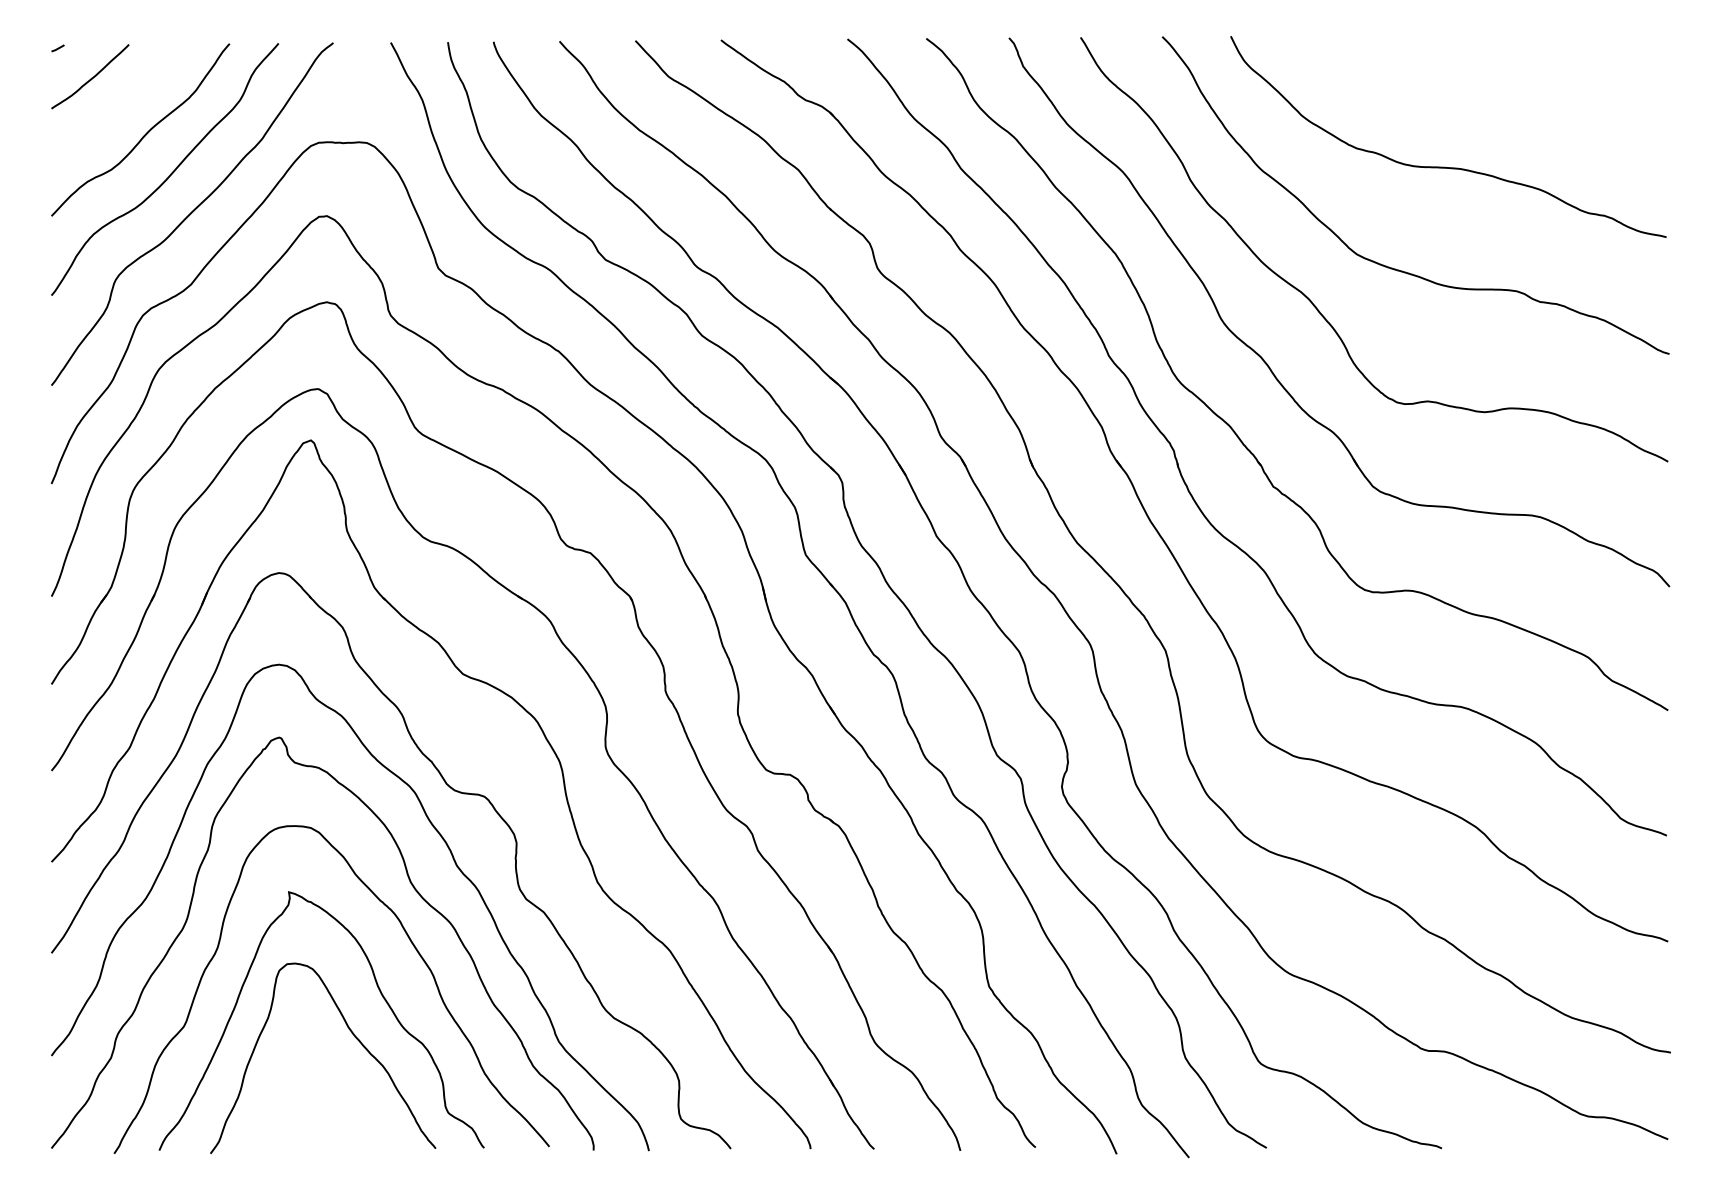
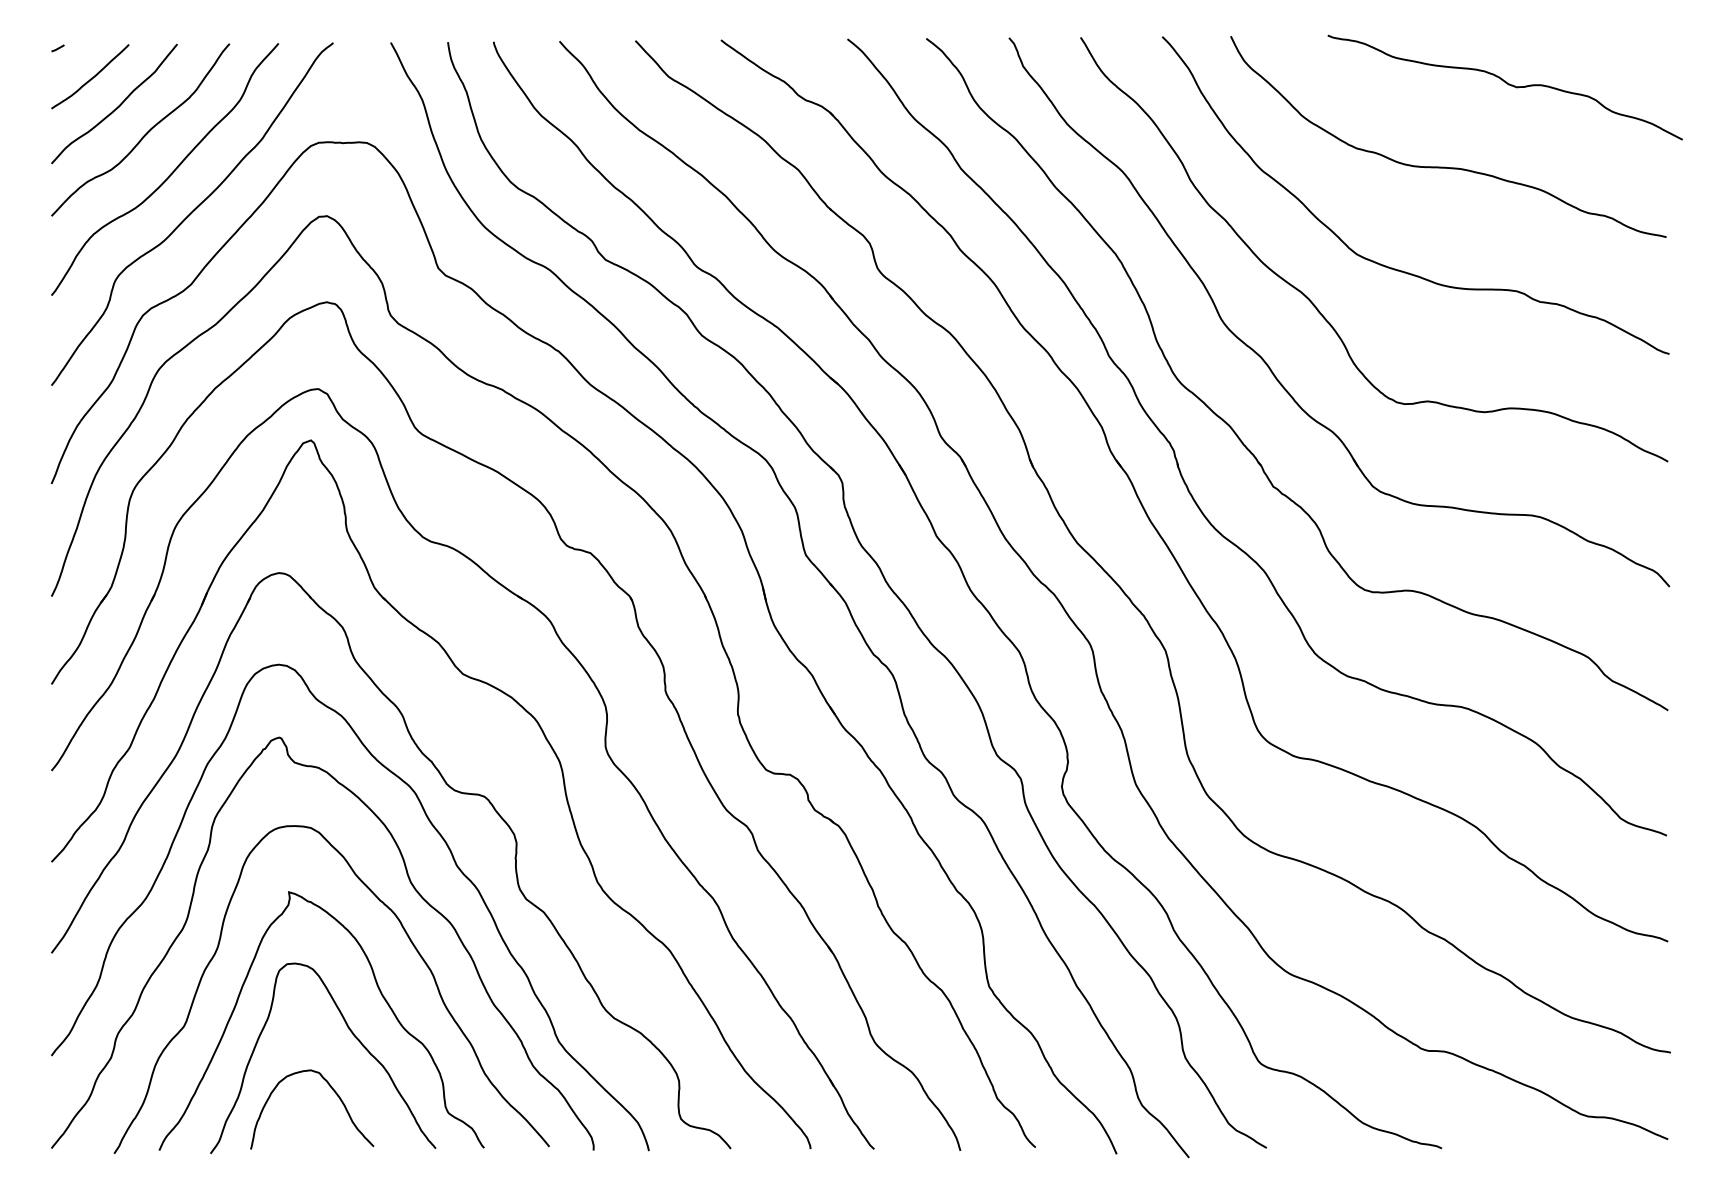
curve at (1505, 83): none -> present
curve at (117, 106): none -> present
curve at (332, 1090): none -> present
